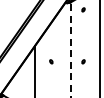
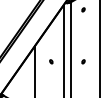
line at (64, 49): none -> present
line at (70, 49): dashed -> solid
